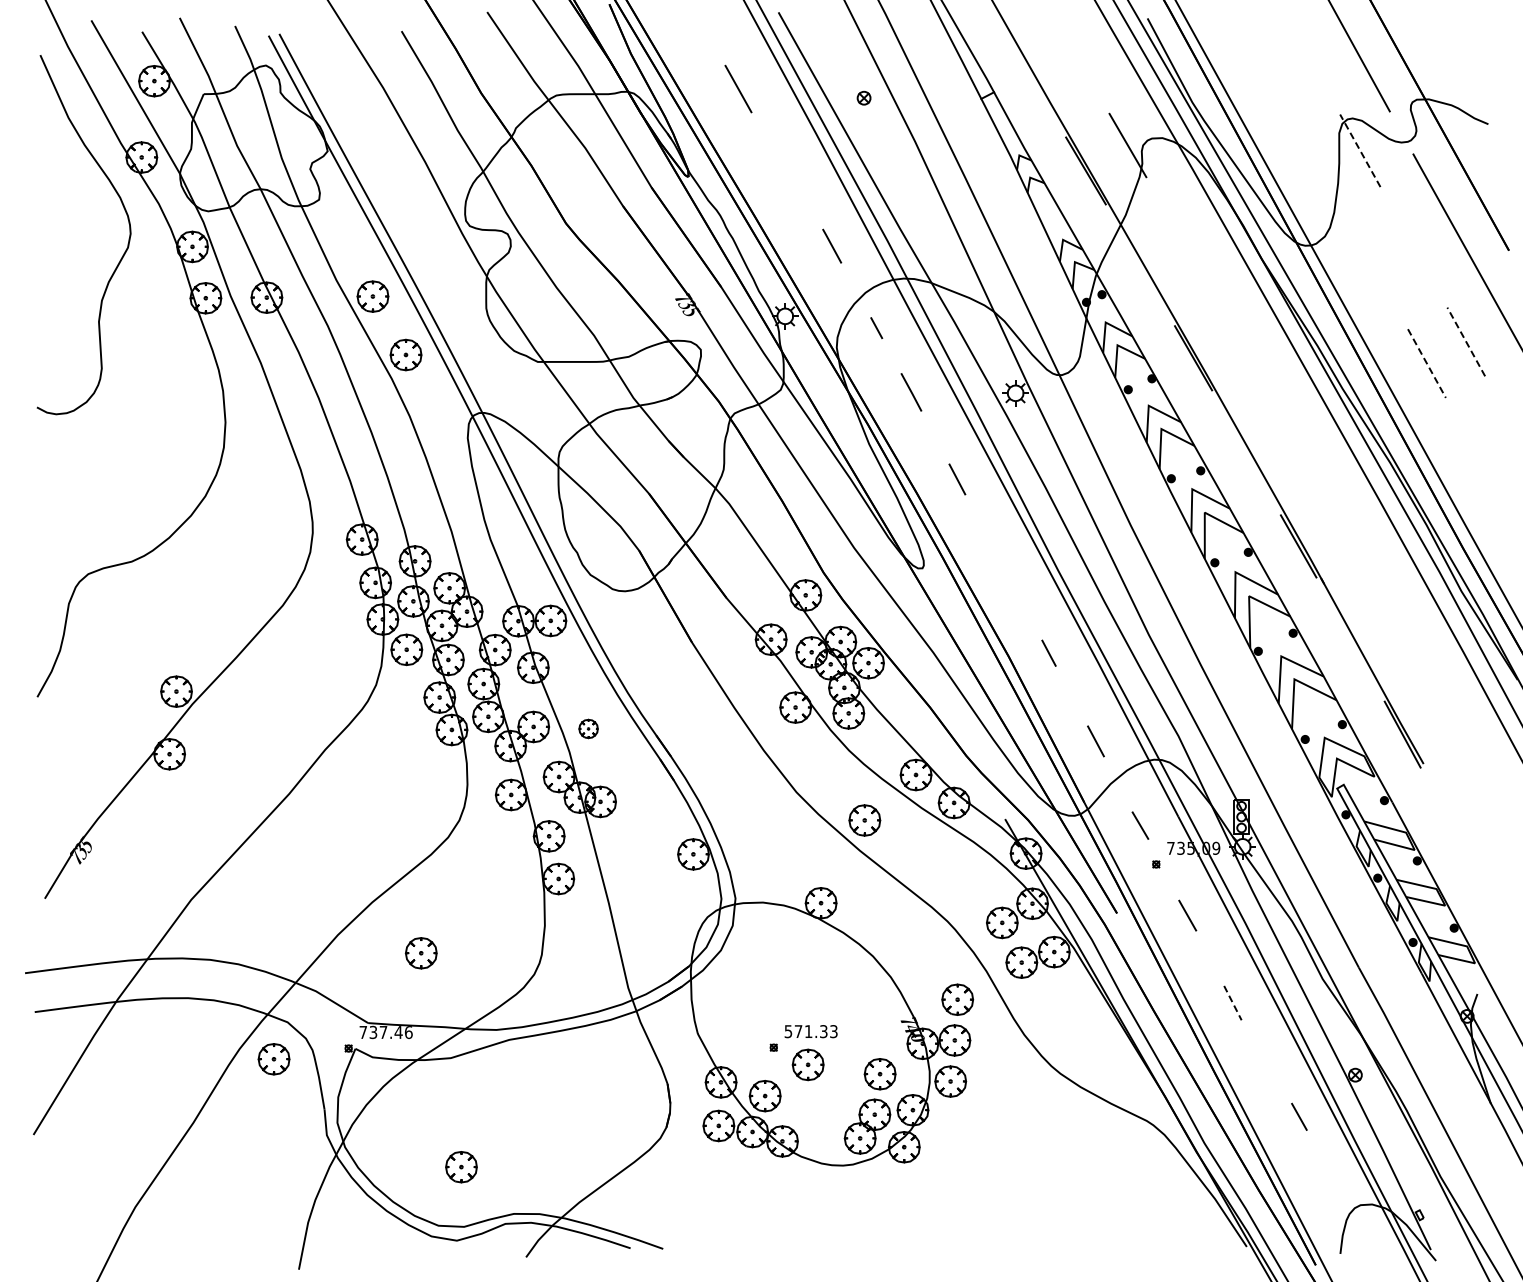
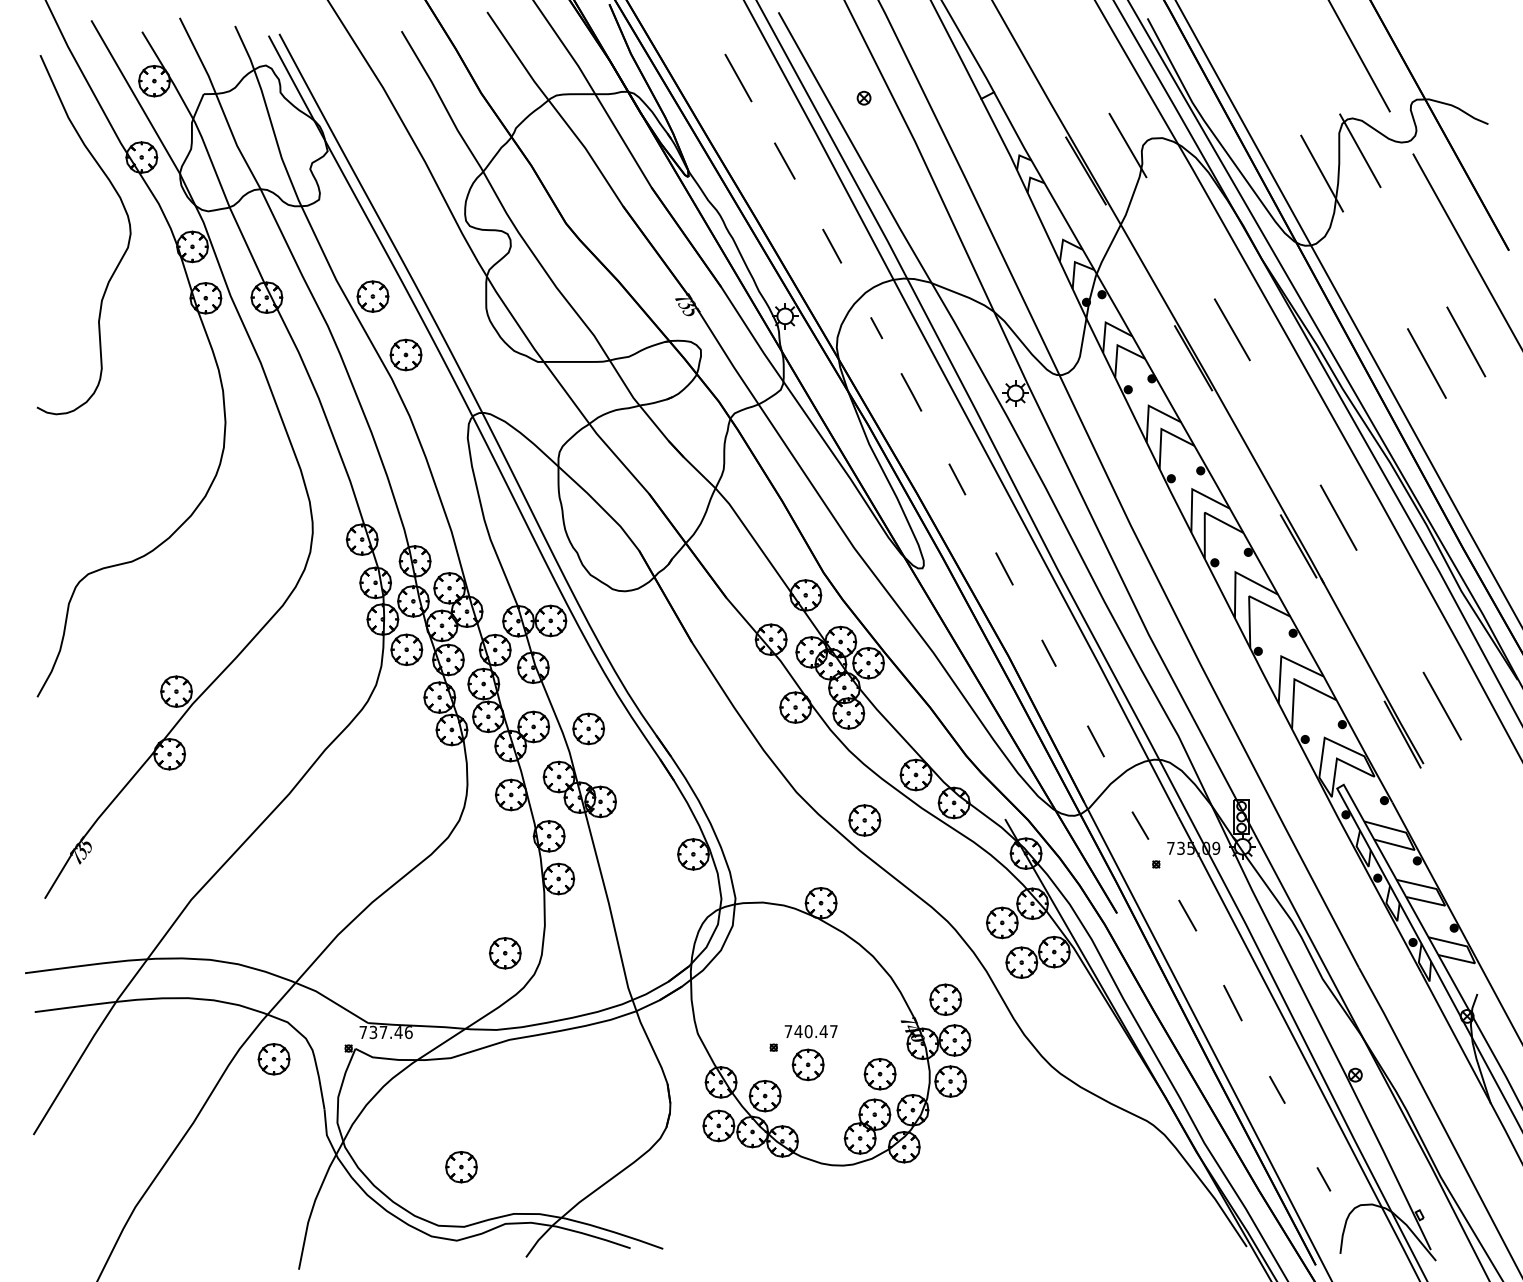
line at (738, 88) position: (738, 88) -> (738, 77)
line at (1360, 150): dashed -> solid
line at (784, 160): none -> present
line at (1322, 173): none -> present
line at (1231, 329): none -> present
line at (1466, 341): dashed -> solid
line at (1427, 363): dashed -> solid
line at (1338, 517): none -> present
line at (1004, 568): none -> present
line at (1441, 705): none -> present
part at (588, 728) size: 21x22 px -> 33x34 px
part at (420, 953) position: (420, 953) -> (504, 953)
part at (957, 999) position: (957, 999) -> (945, 999)
line at (1233, 1003): dashed -> solid
text at (810, 1031): 571.33 -> 740.47
line at (1299, 1116) position: (1299, 1116) -> (1277, 1089)
line at (1323, 1179): none -> present
